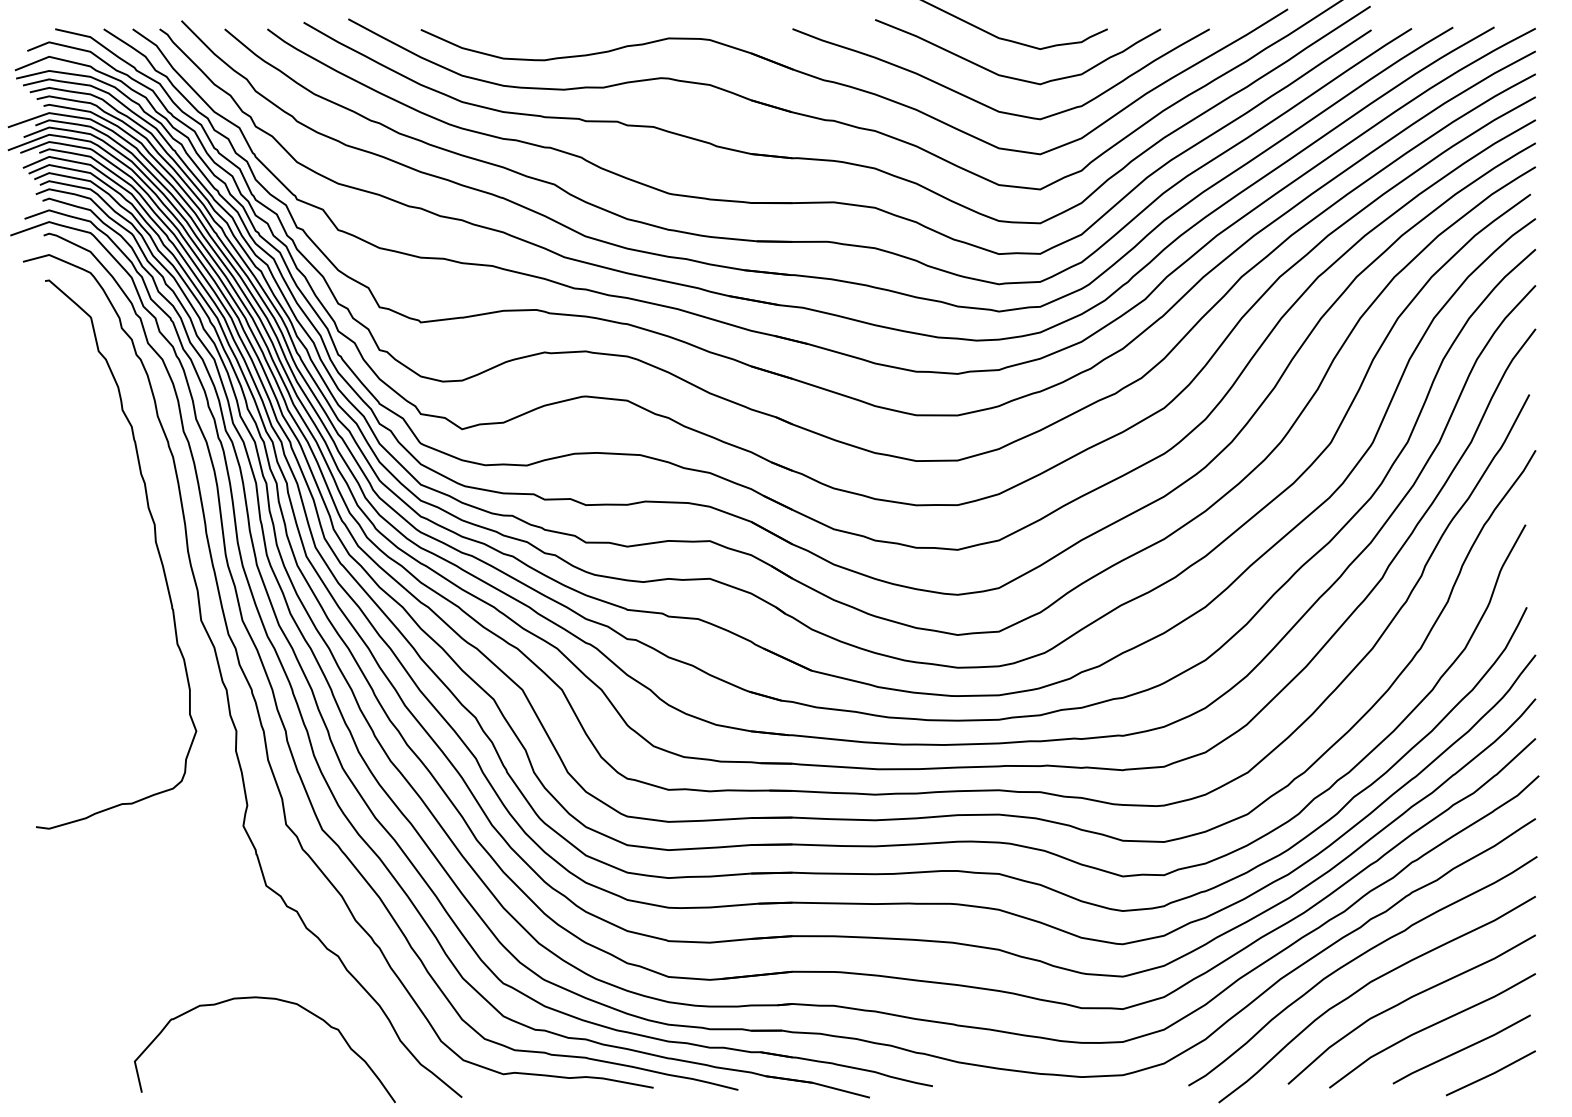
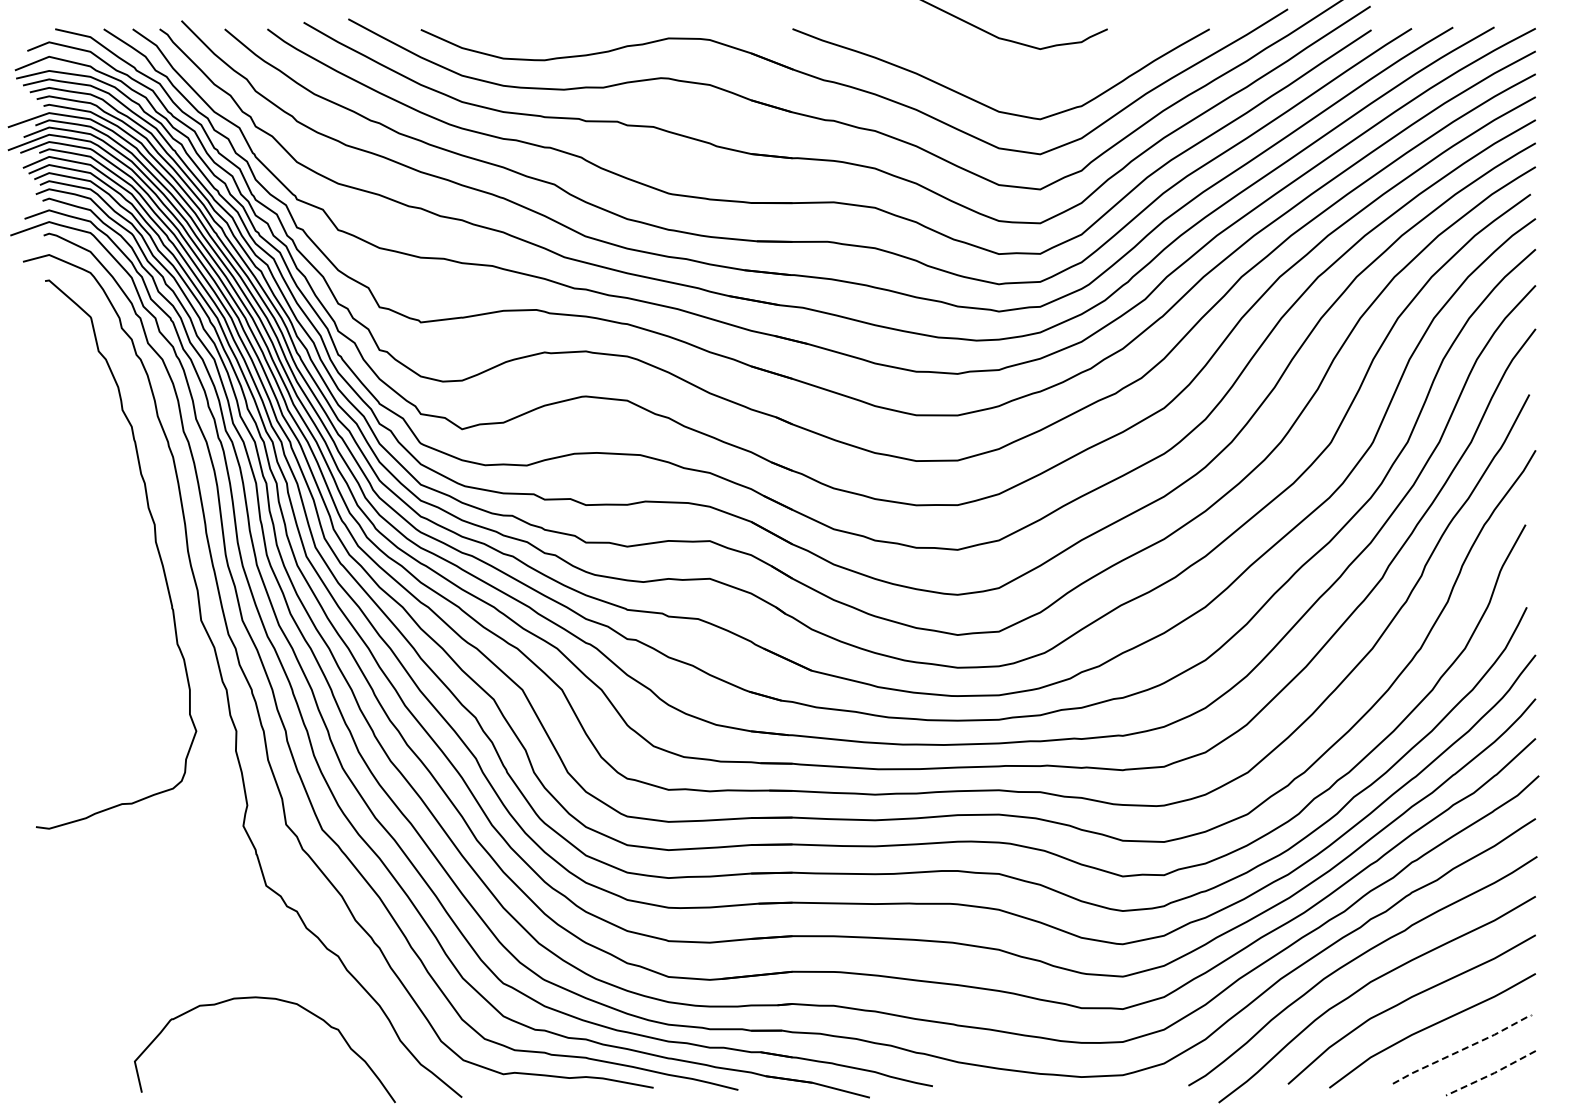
curve at (1010, 76): present -> none
line at (1462, 1049): solid -> dashed
line at (1491, 1074): solid -> dashed
